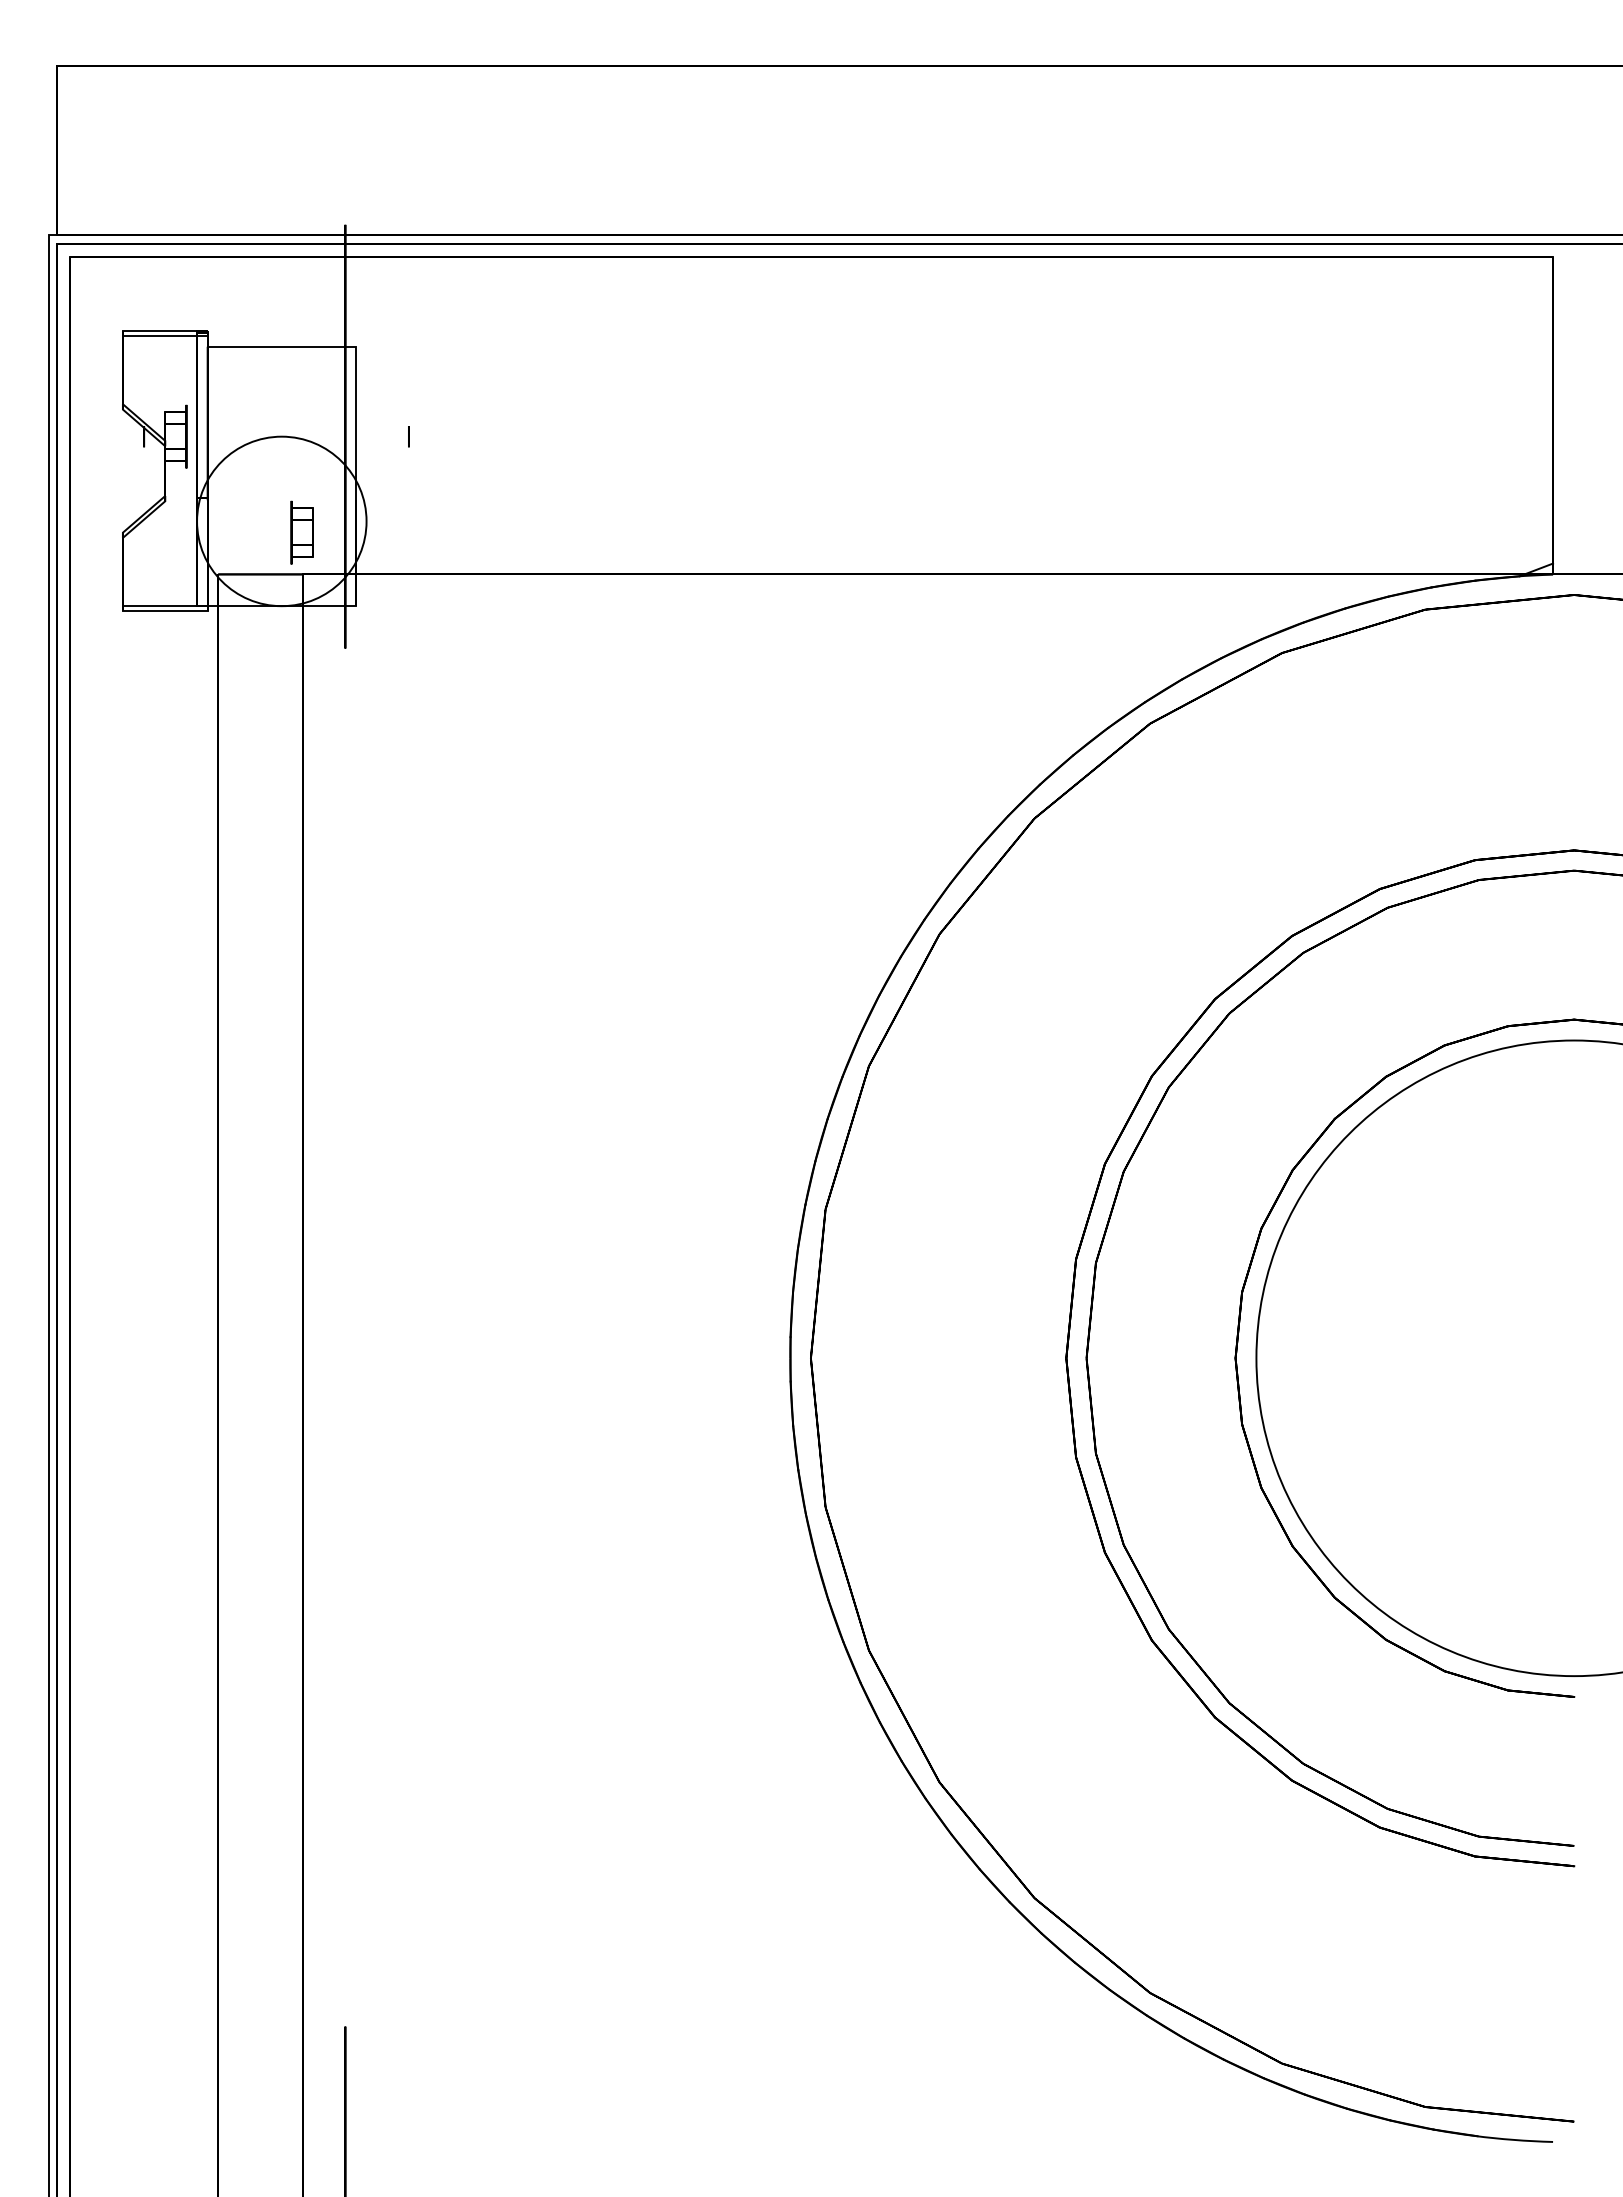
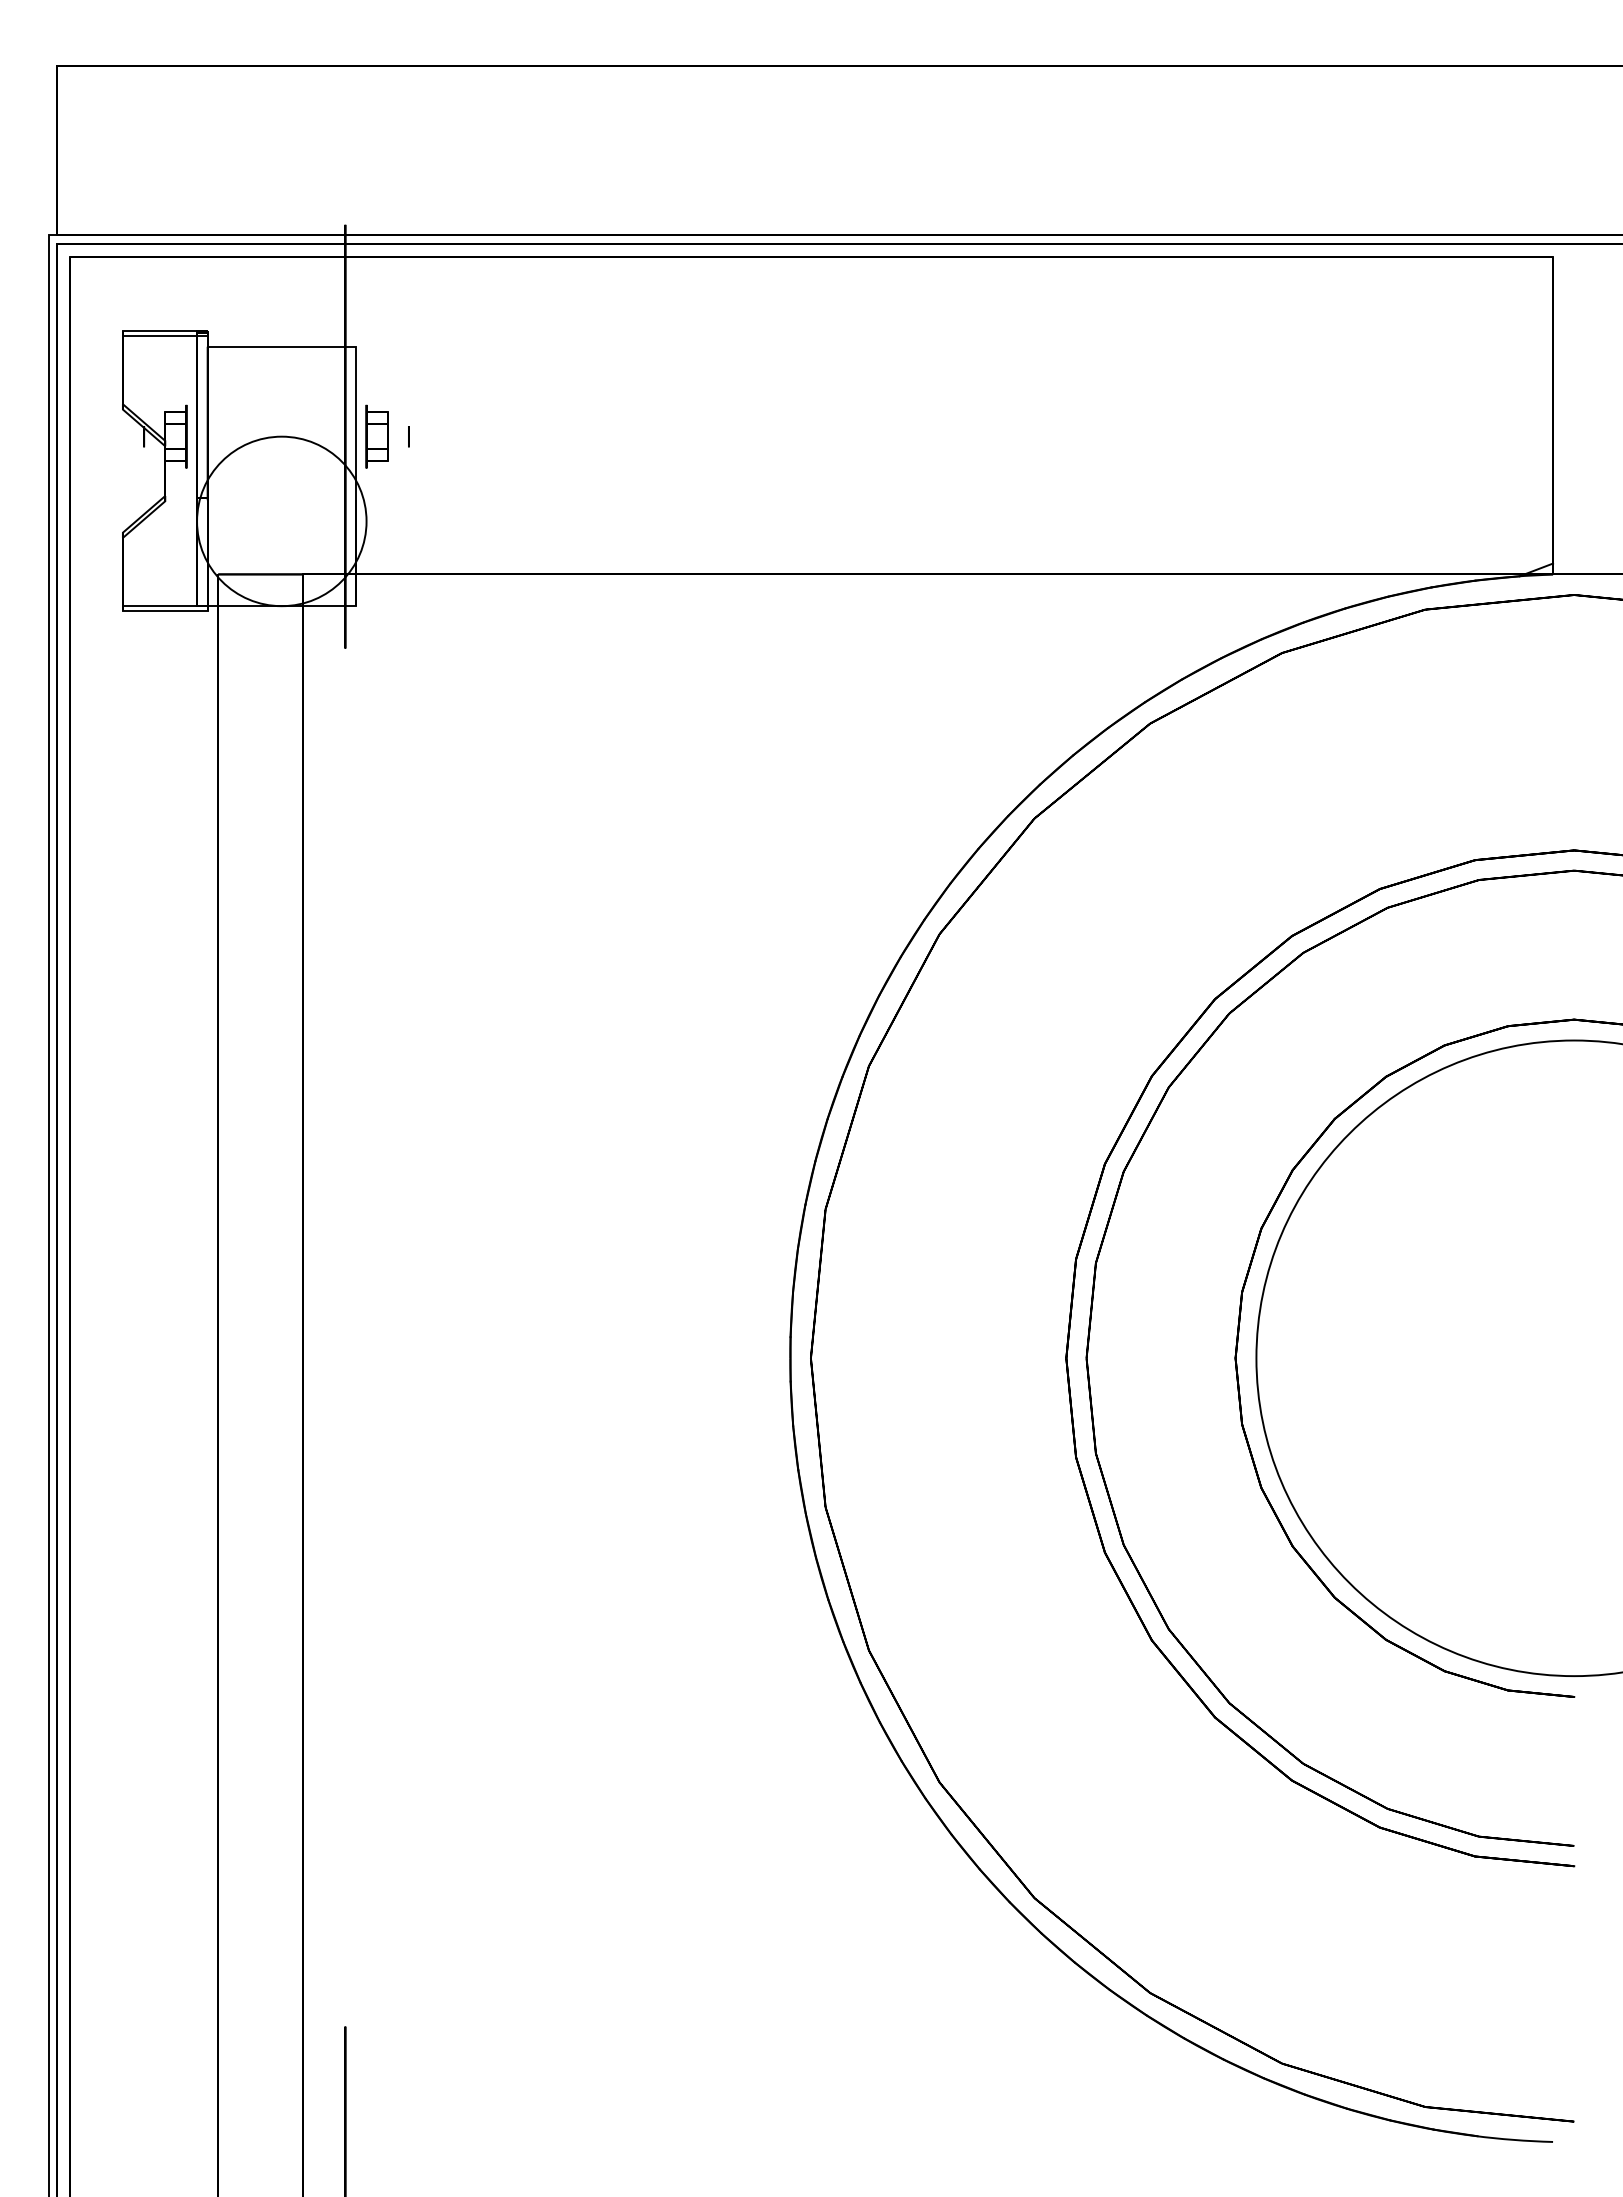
part at (301, 532) position: (301, 532) -> (376, 436)
